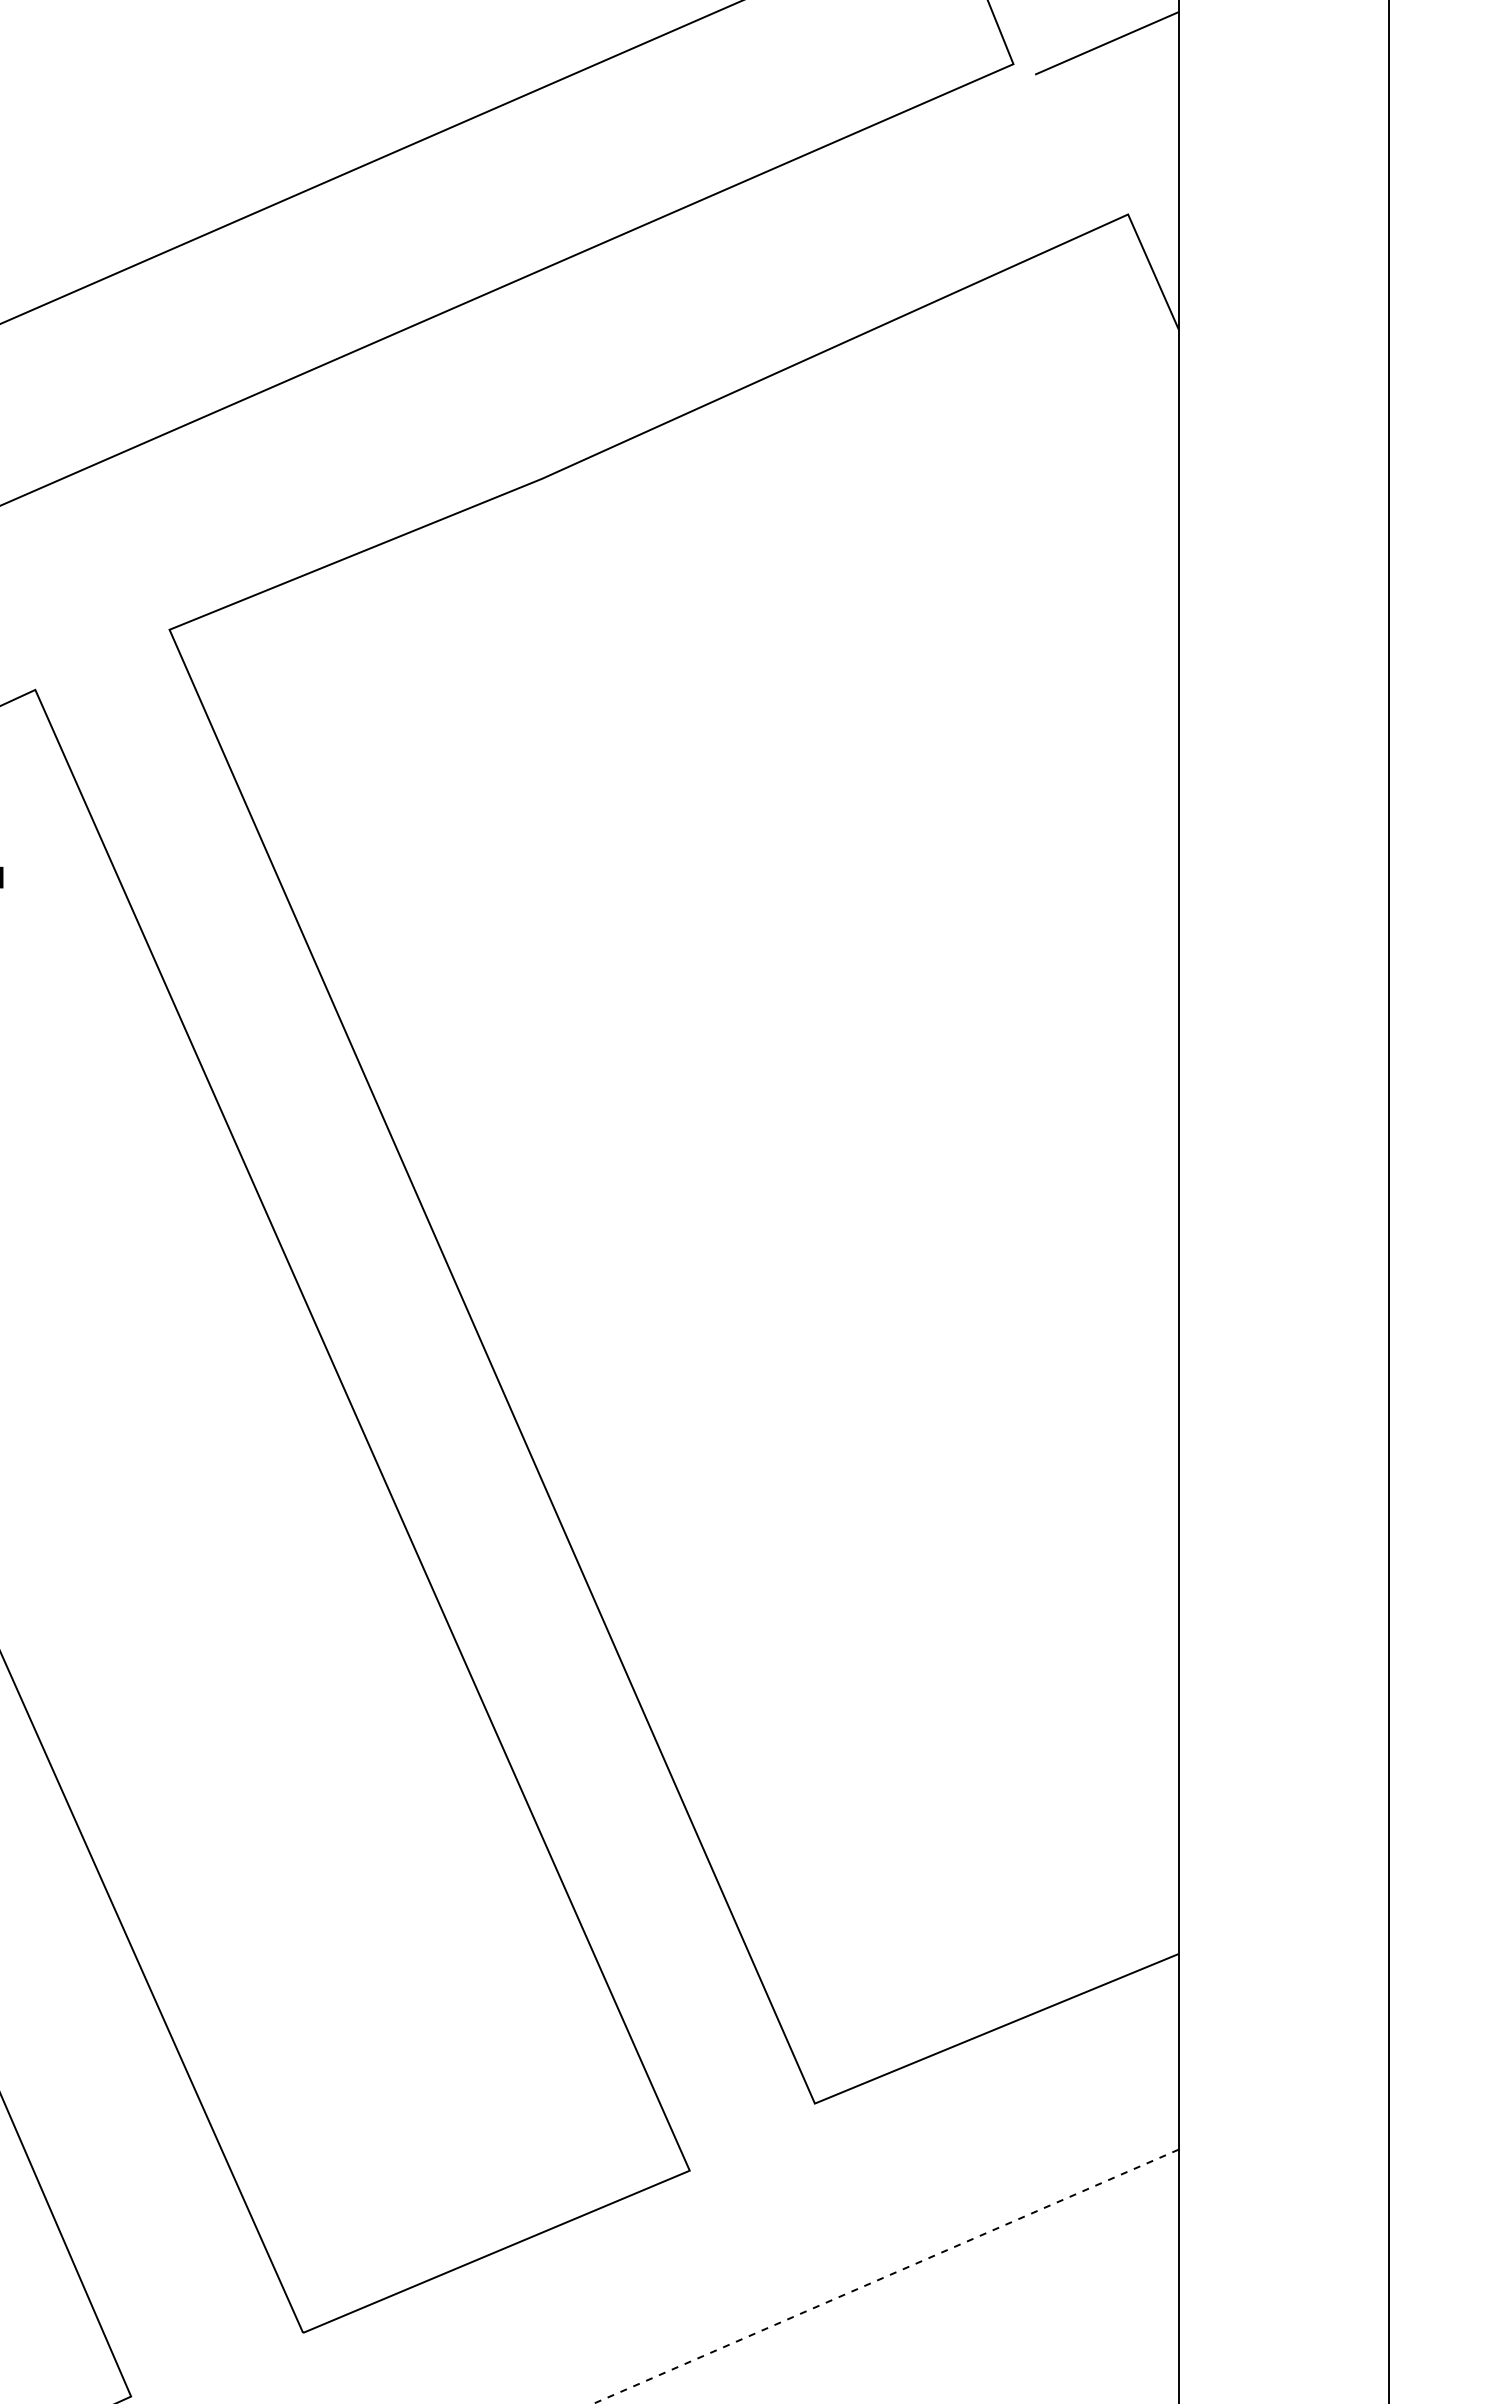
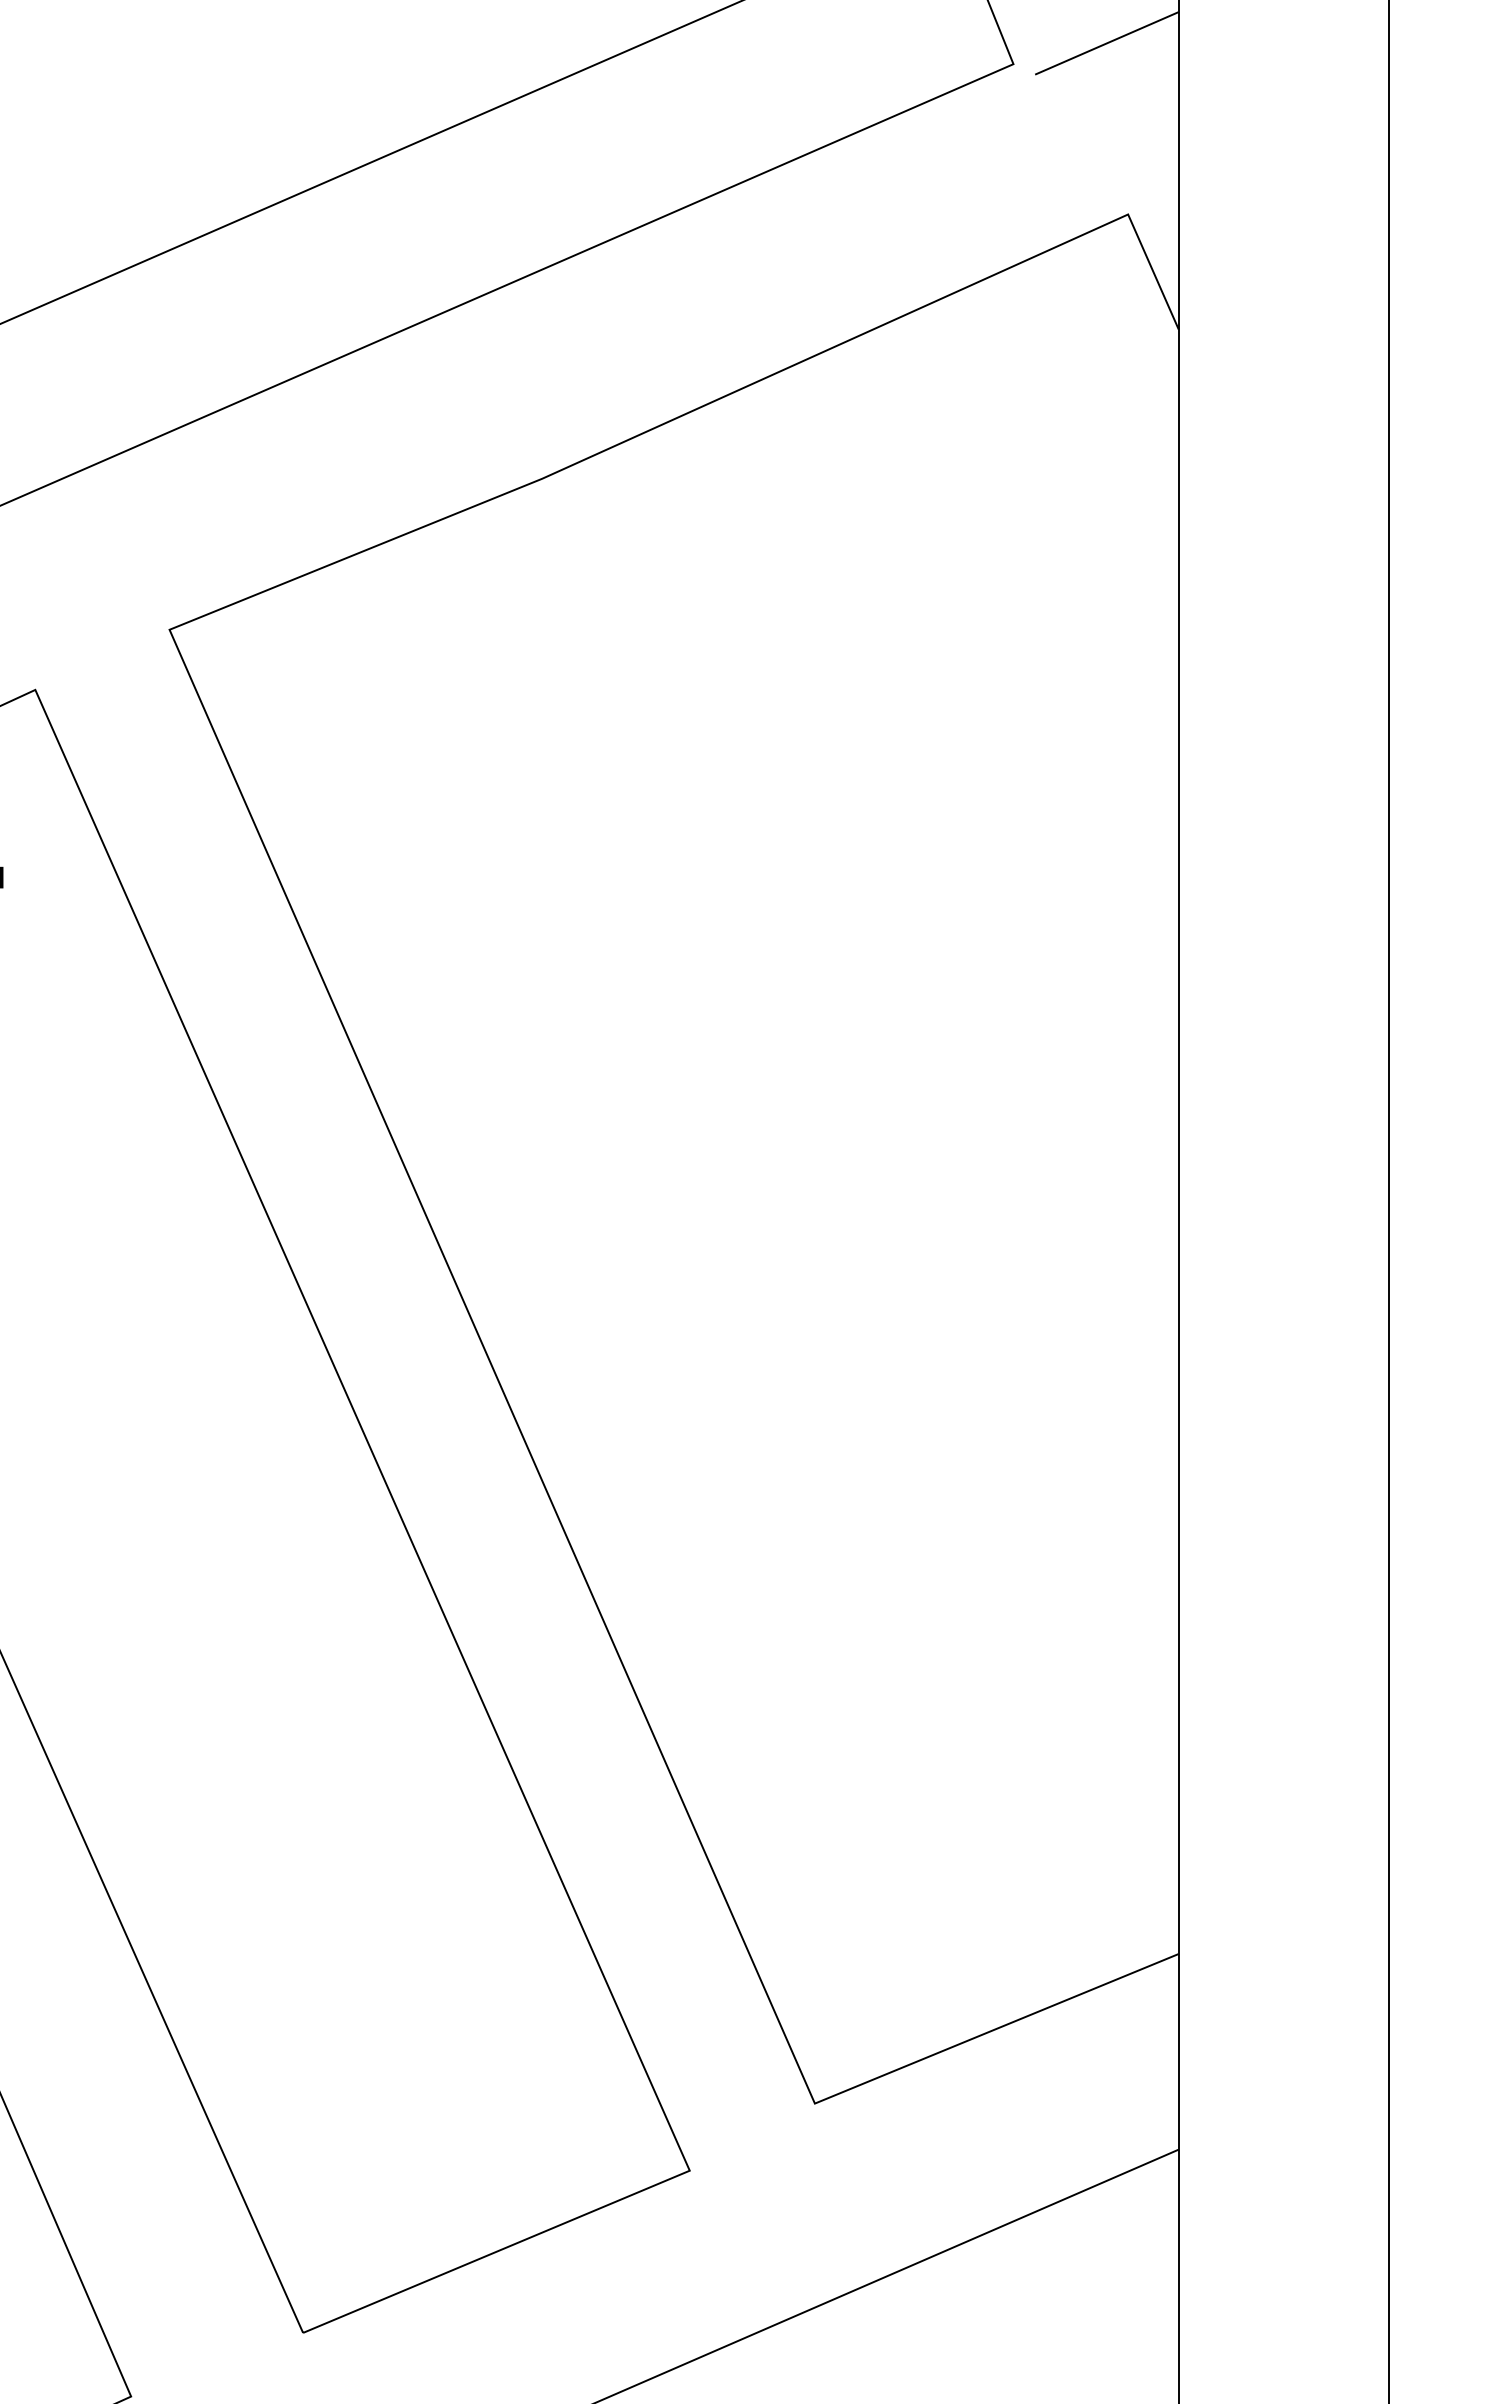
line at (886, 2276): dashed -> solid
